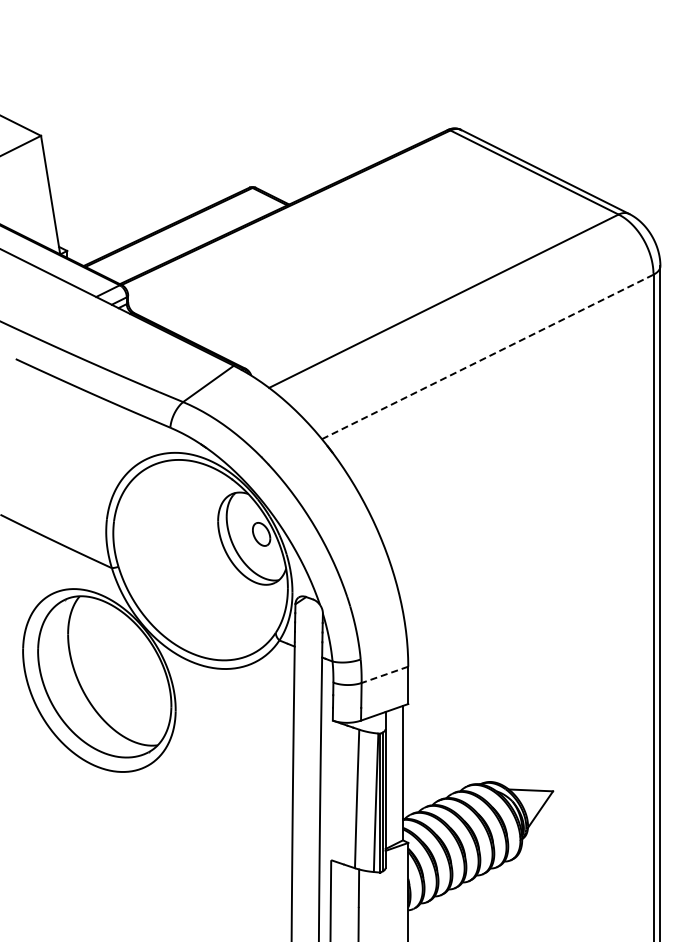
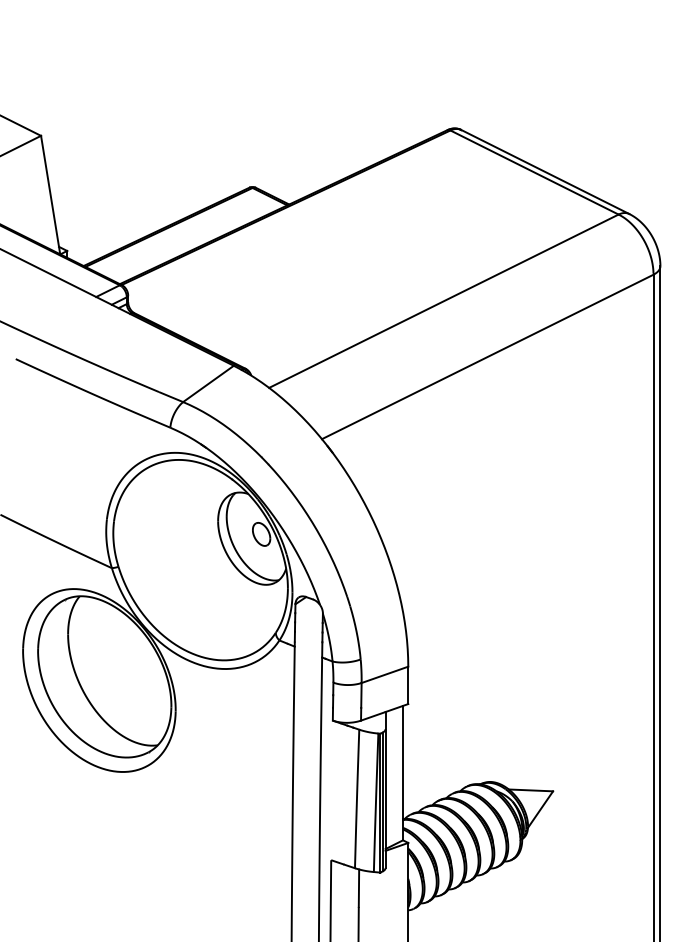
line at (488, 356): dashed -> solid
line at (384, 674): dashed -> solid
